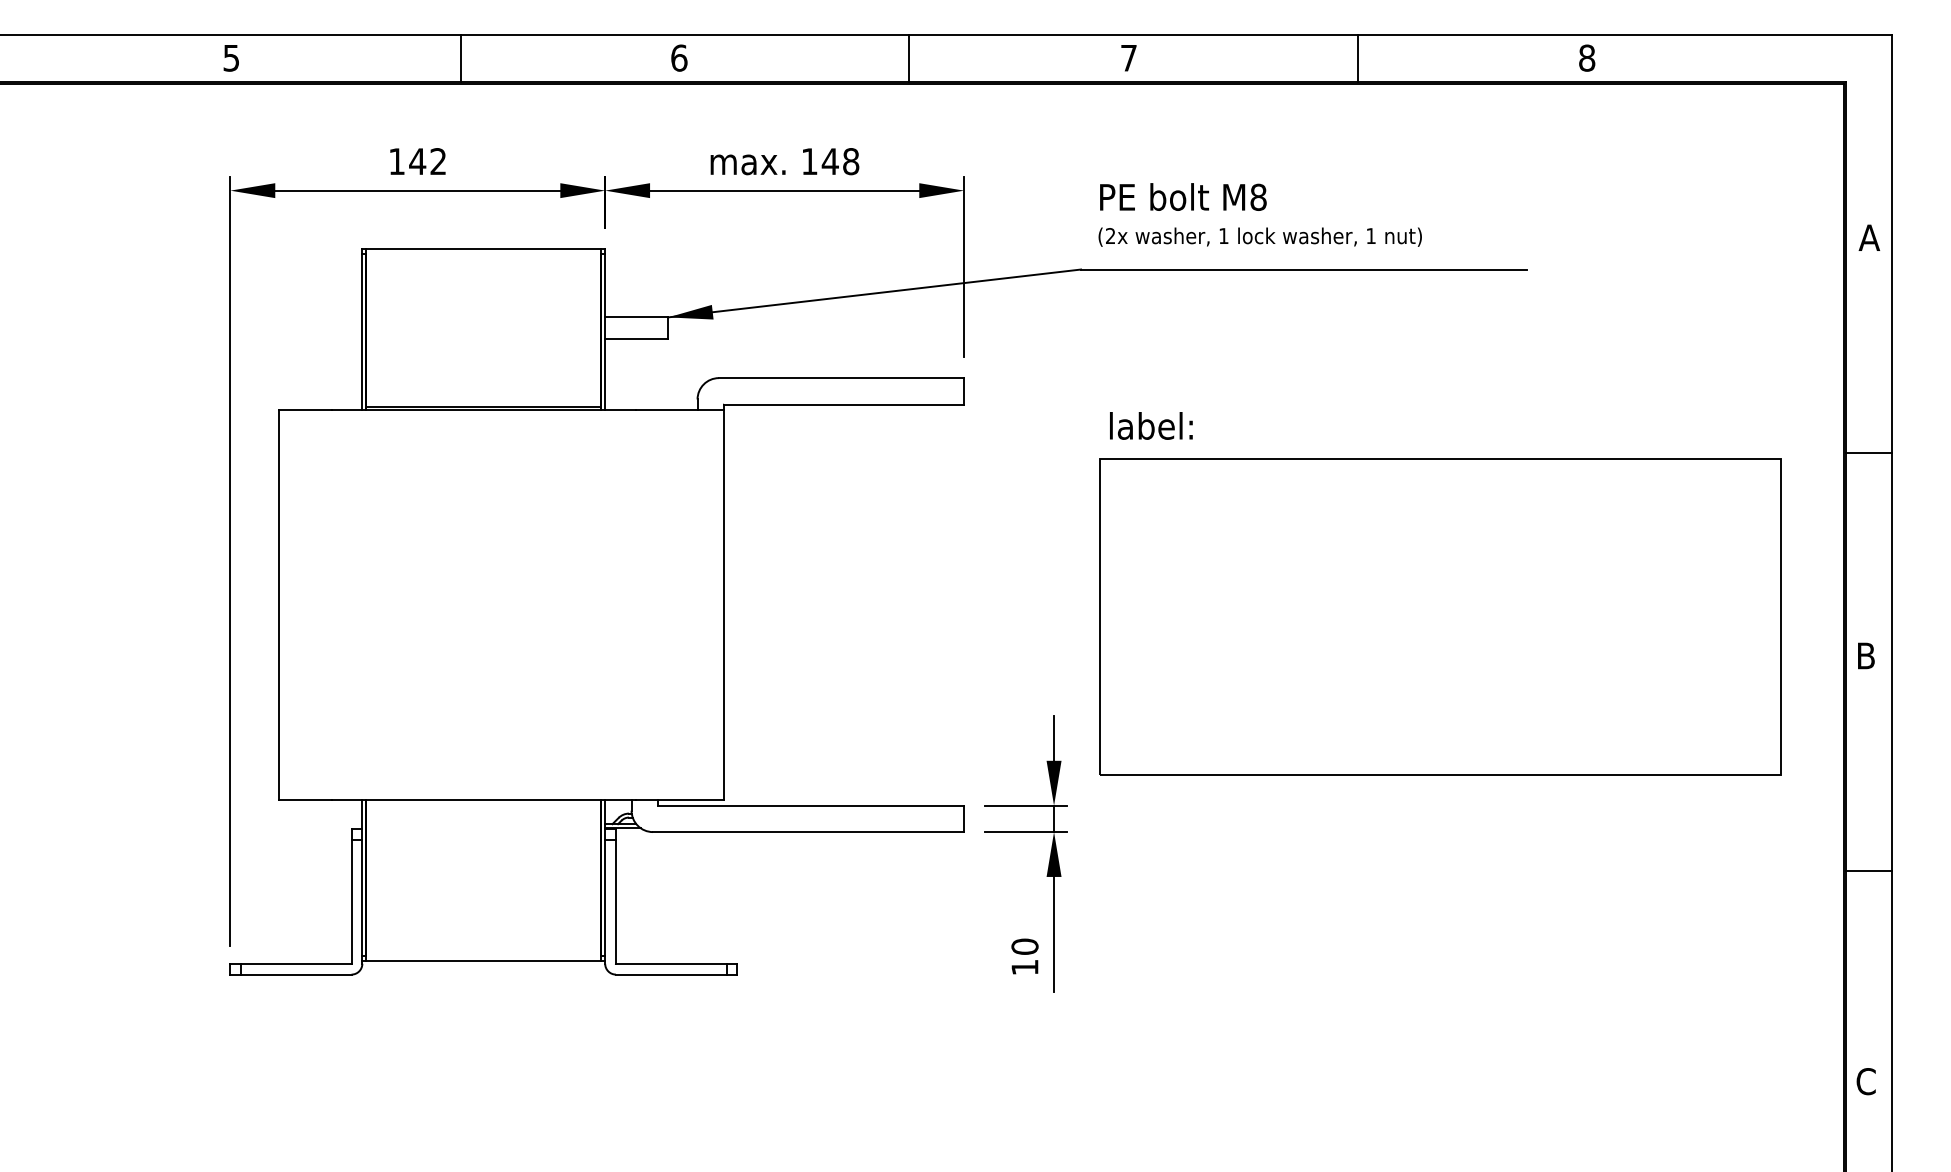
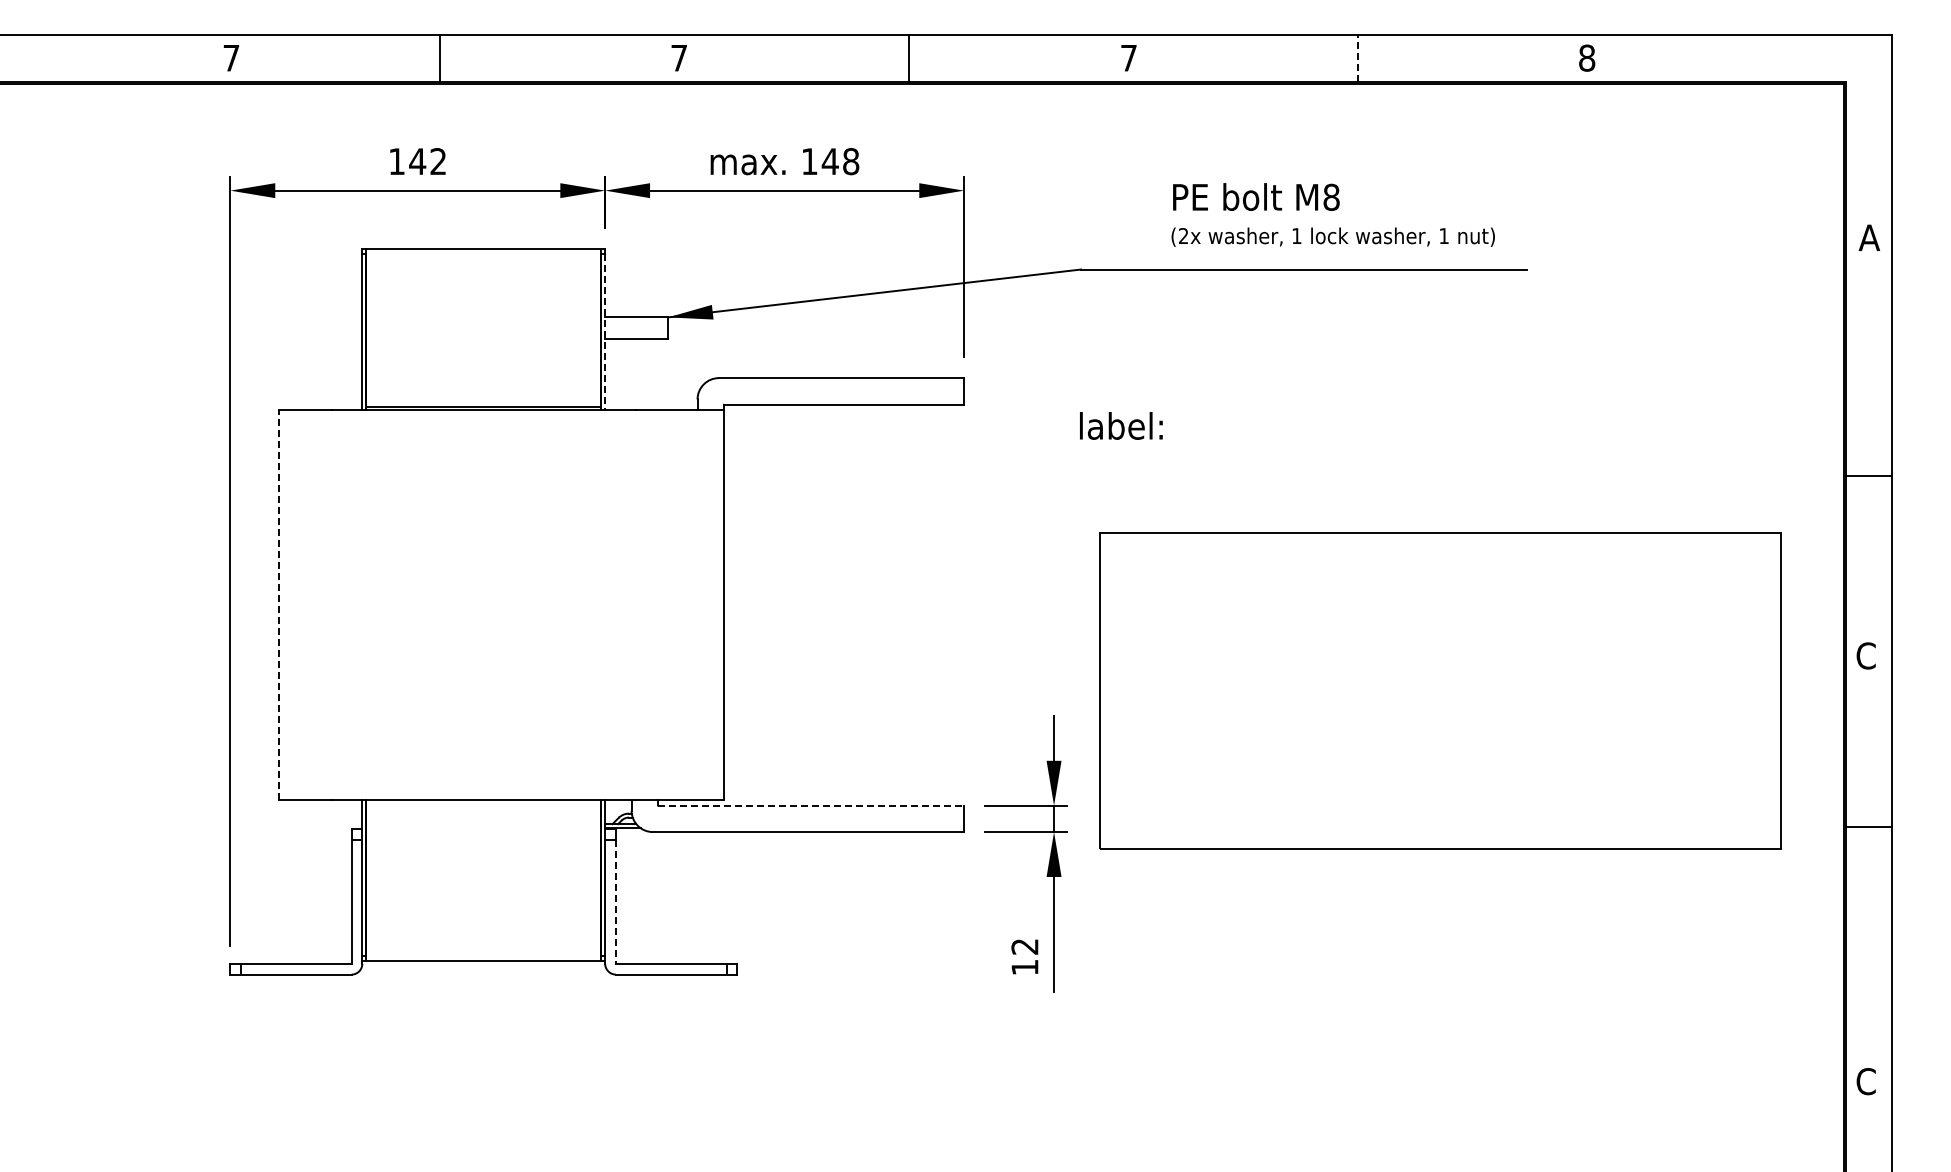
text at (679, 57): 6 -> 7
line at (1357, 57): solid -> dashed
text at (231, 58): 5 -> 7
line at (460, 58) position: (460, 58) -> (439, 58)
text at (1259, 214) position: (1259, 214) -> (1332, 214)
line at (605, 331): solid -> dashed
text at (1151, 425) position: (1151, 425) -> (1121, 425)
line at (1869, 453) position: (1869, 453) -> (1869, 476)
line at (279, 604): solid -> dashed
part at (1440, 616) position: (1440, 616) -> (1440, 690)
text at (1865, 655): B -> C
line at (811, 805): solid -> dashed
line at (1869, 870) position: (1869, 870) -> (1869, 826)
line at (615, 901): solid -> dashed
text at (1024, 946): 10 -> 12
